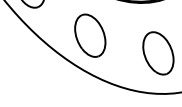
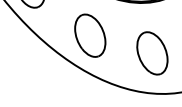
part at (158, 53) position: (158, 53) -> (152, 53)
